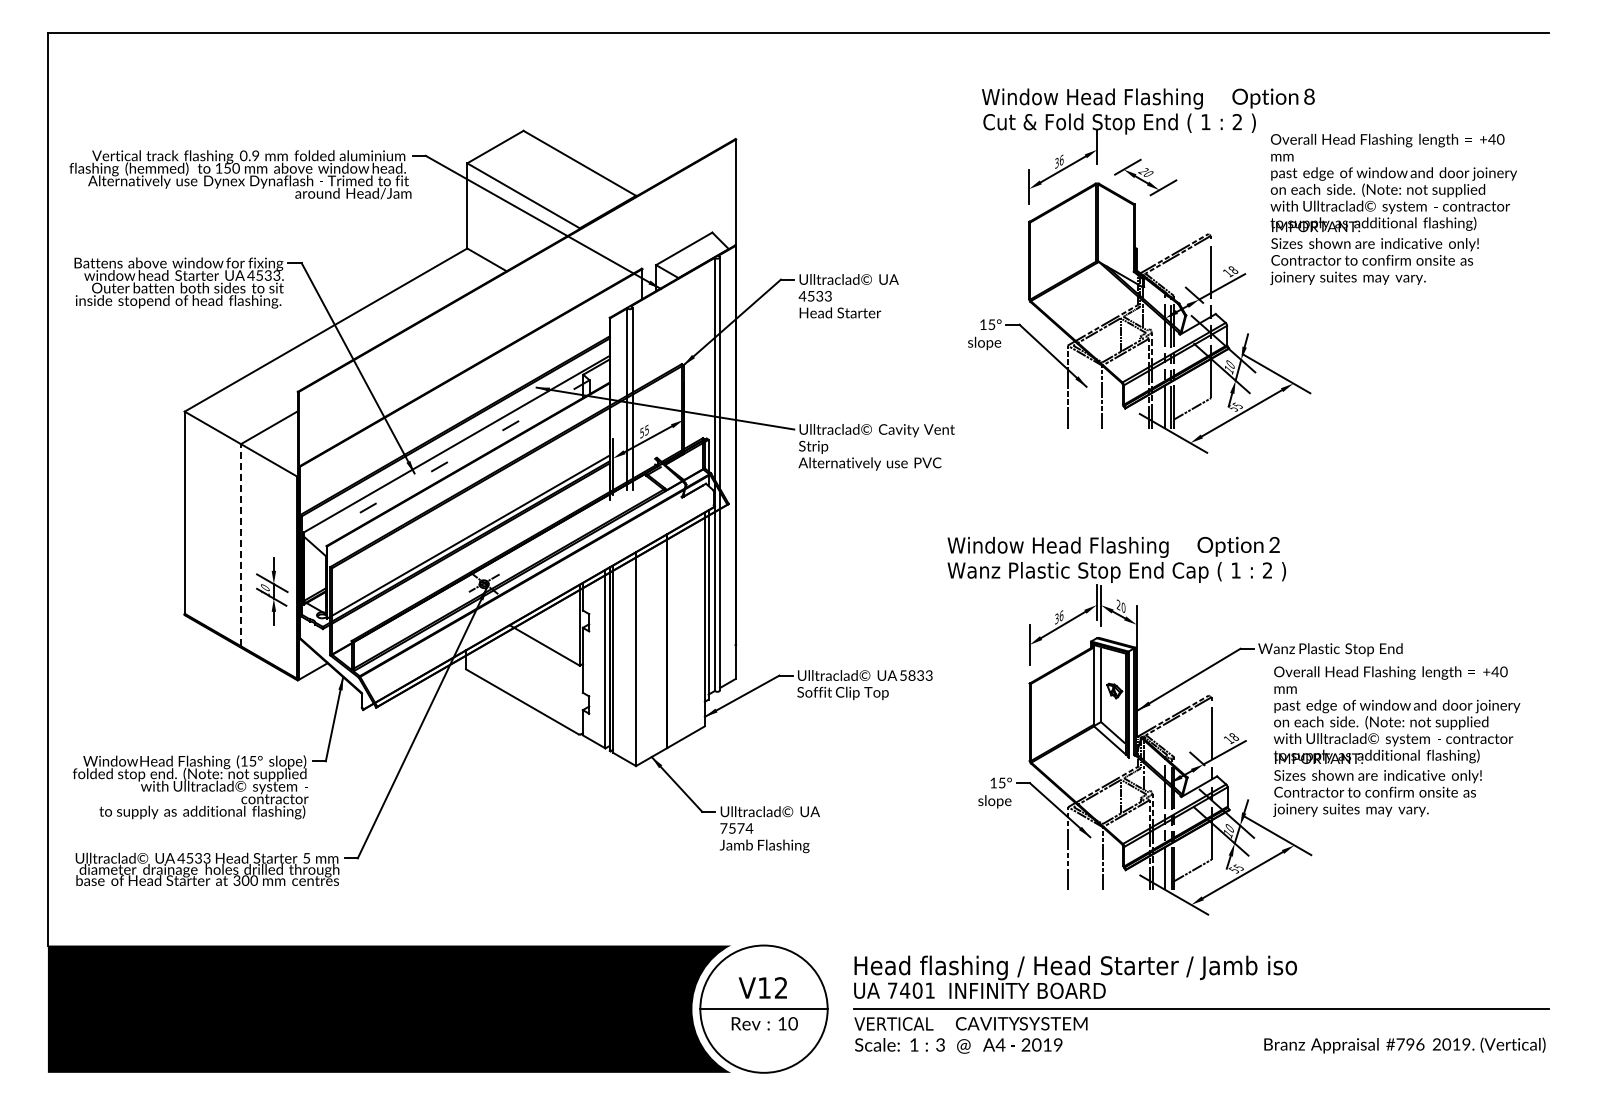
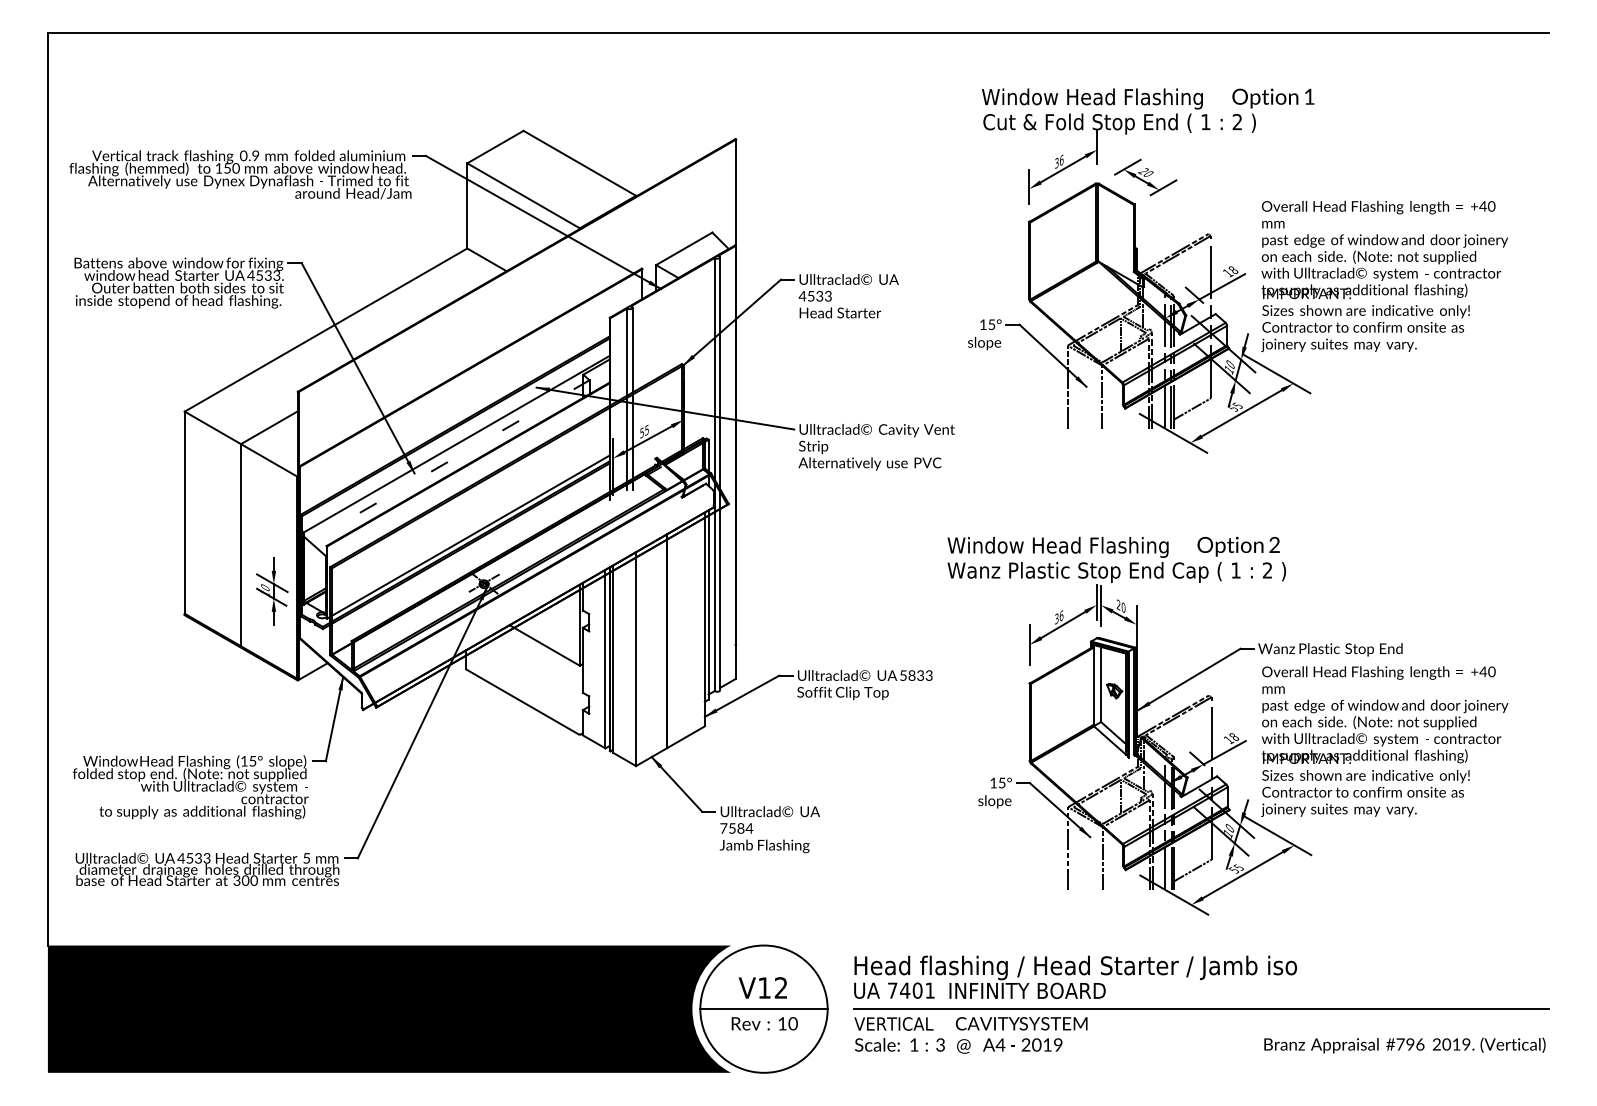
text at (1309, 96): 8 -> 1
text at (1393, 208) position: (1393, 208) -> (1384, 275)
line at (241, 544): dashed -> solid
text at (1396, 741) position: (1396, 741) -> (1384, 741)
text at (740, 828): 7574 -> 7584
